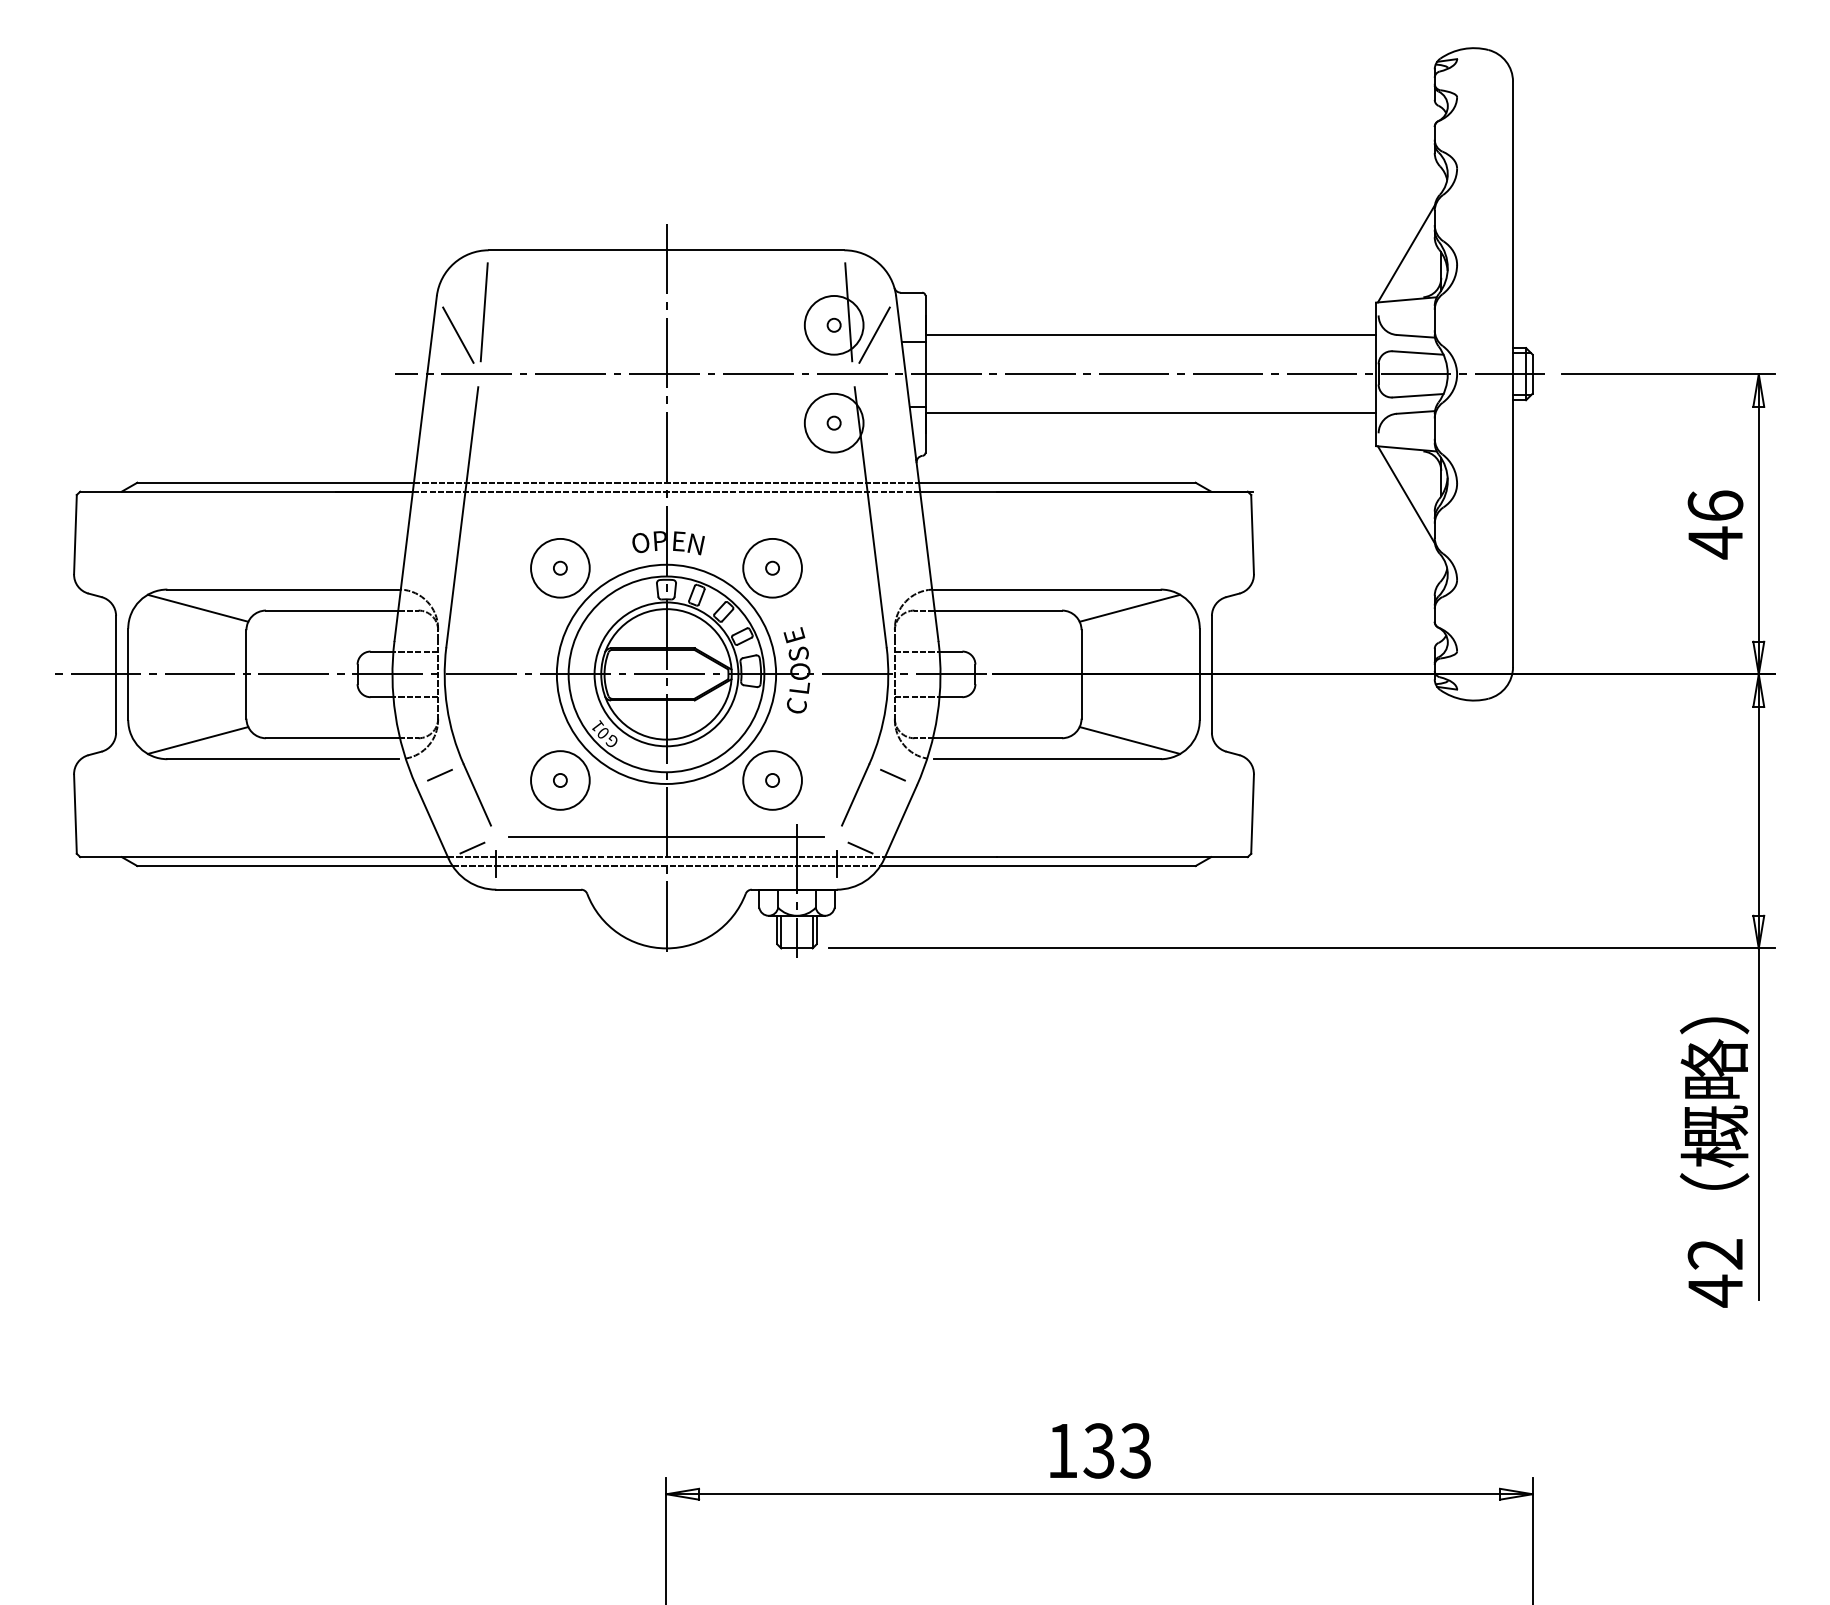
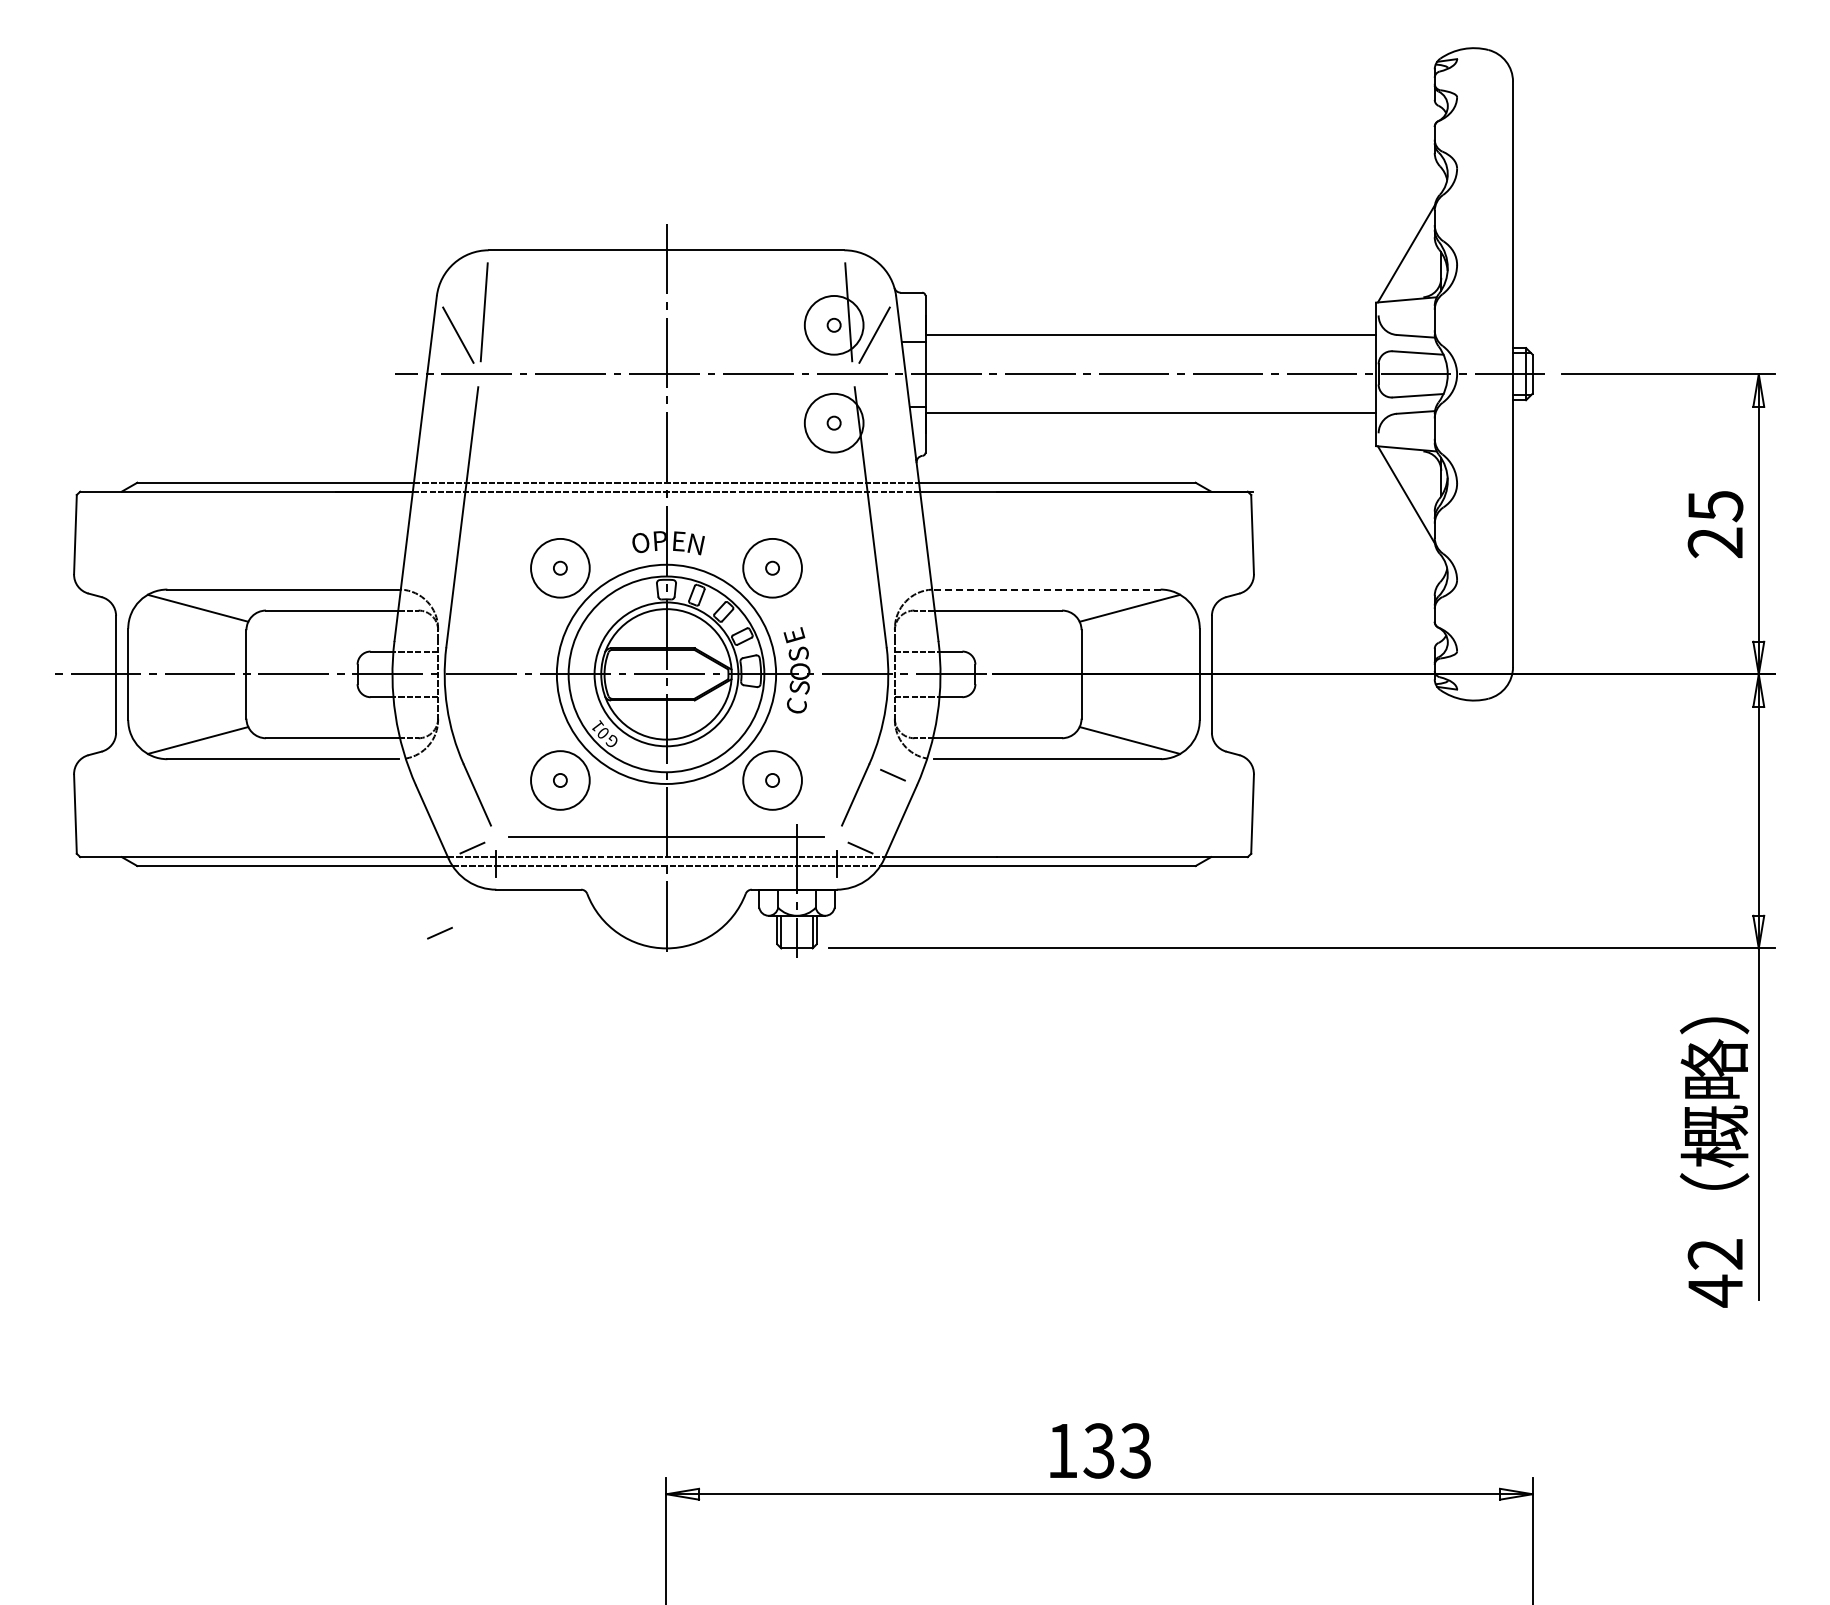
text at (1715, 524): 46 -> 25
line at (1046, 589): solid -> dashed
text at (799, 687): L -> S
line at (439, 774) position: (439, 774) -> (439, 932)
